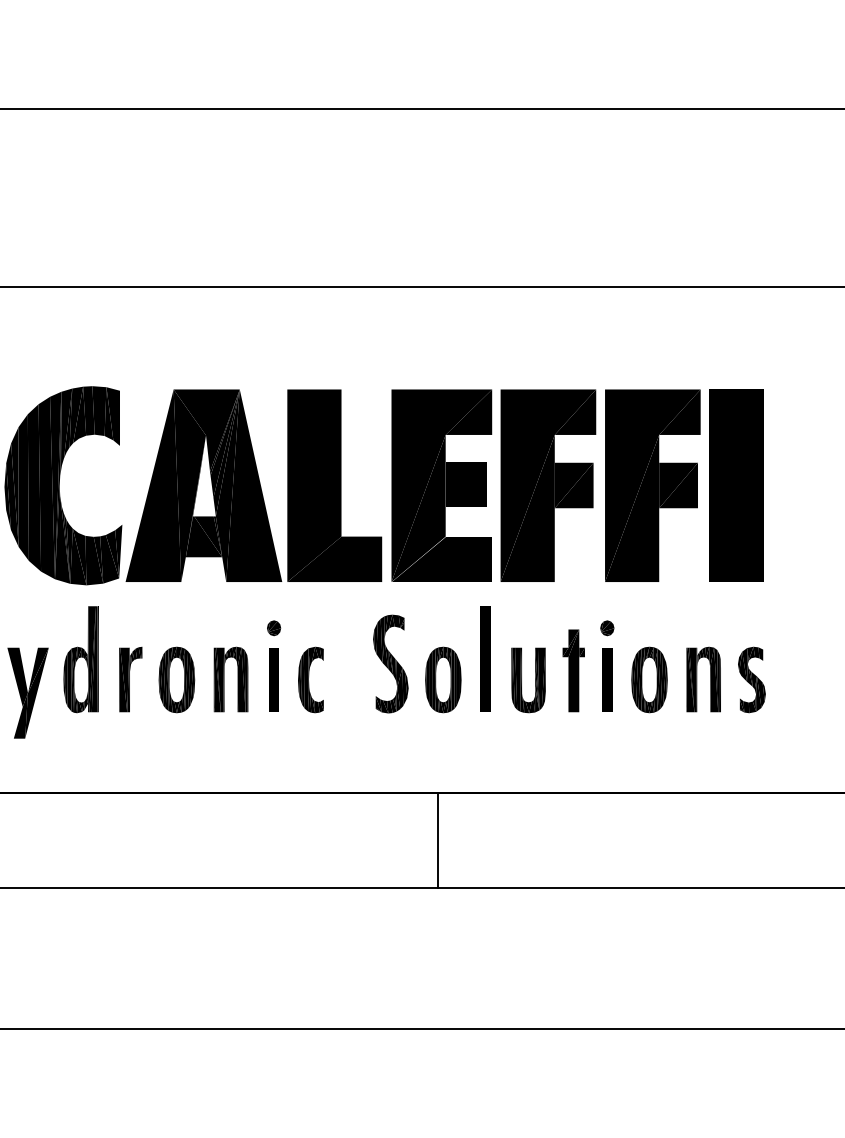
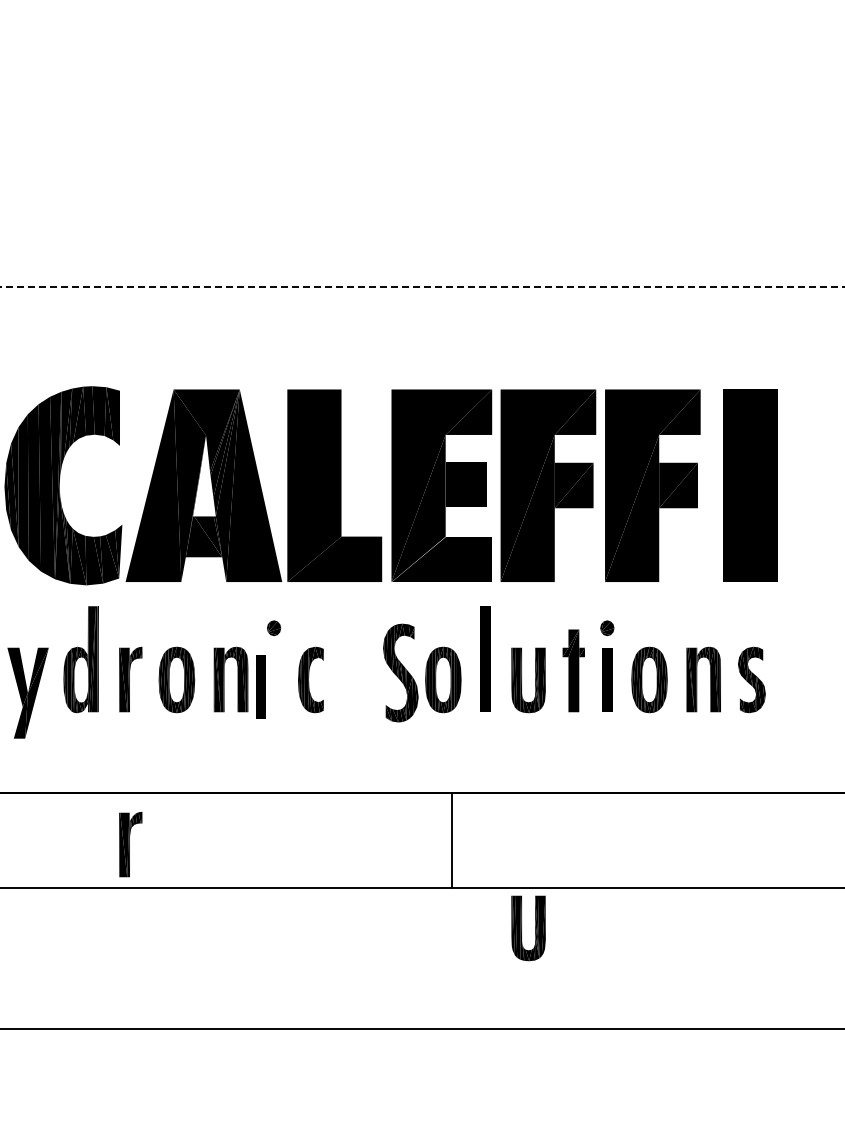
line at (421, 108): present -> none
line at (422, 286): solid -> dashed
part at (736, 485) position: (736, 485) -> (750, 485)
part at (390, 663) position: (390, 663) -> (400, 672)
part at (273, 679) position: (273, 679) -> (260, 686)
line at (438, 840) position: (438, 840) -> (452, 840)
part at (130, 844): none -> present
part at (521, 928): none -> present
